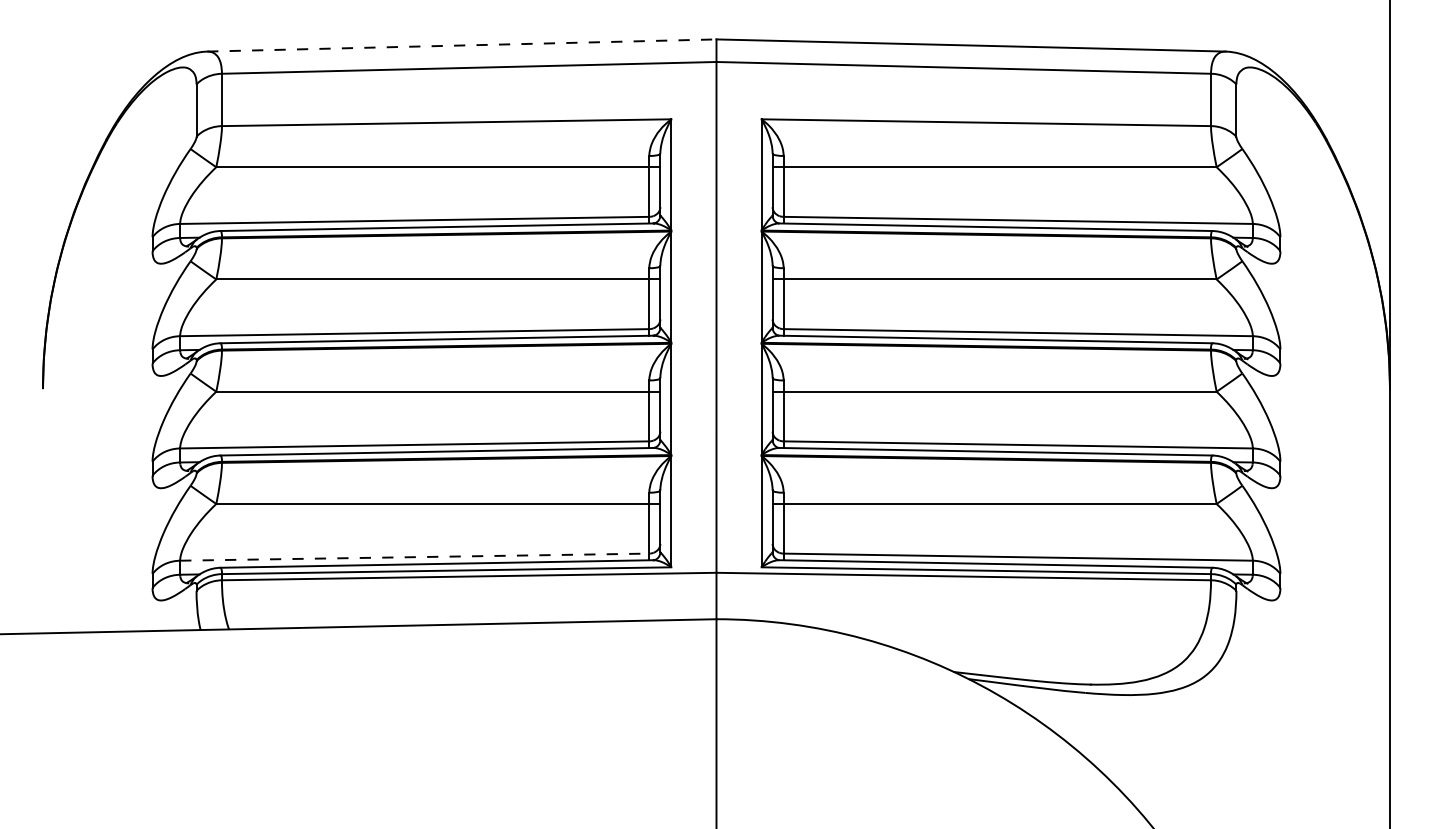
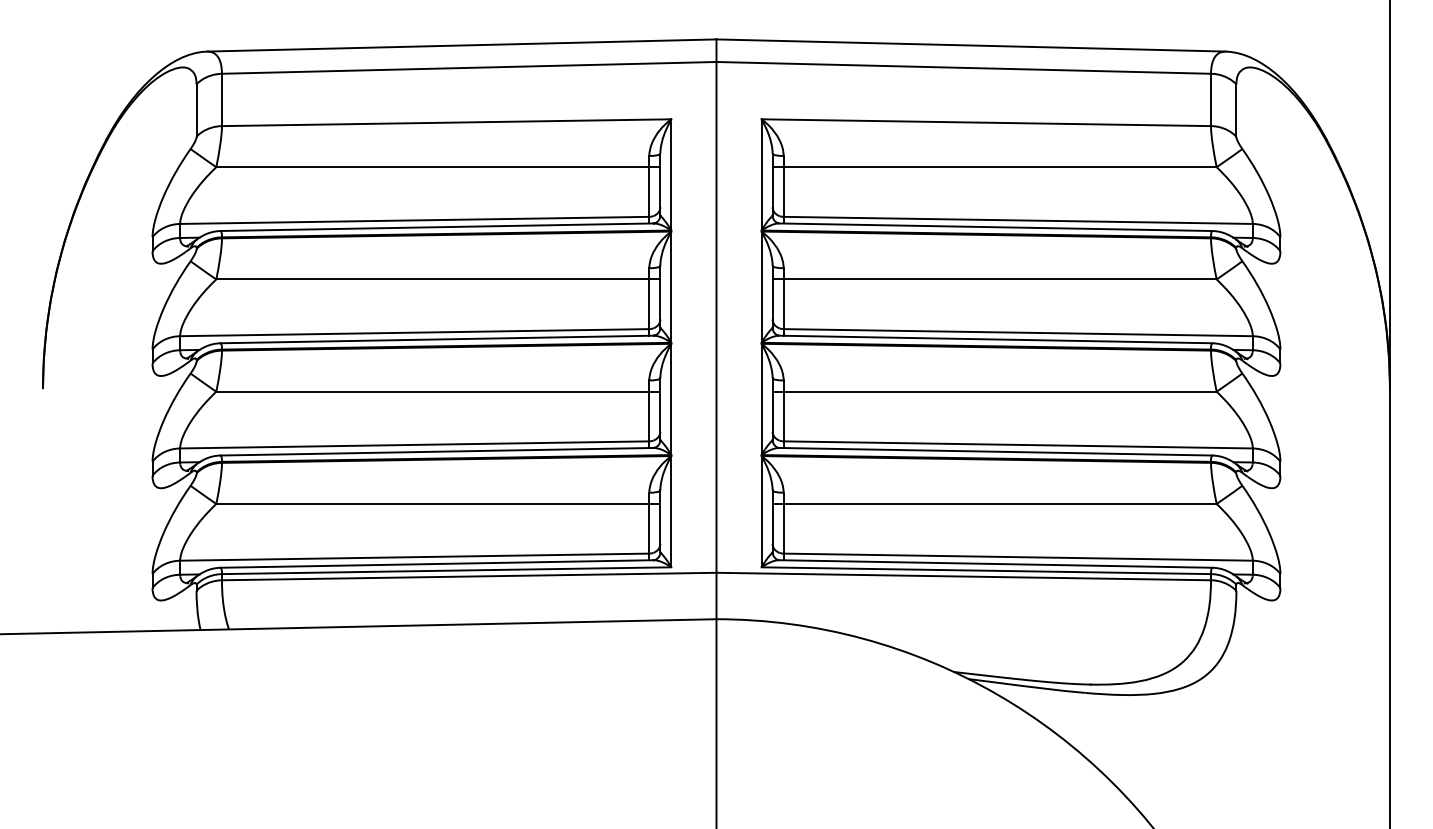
line at (461, 45): dashed -> solid
line at (414, 557): dashed -> solid
